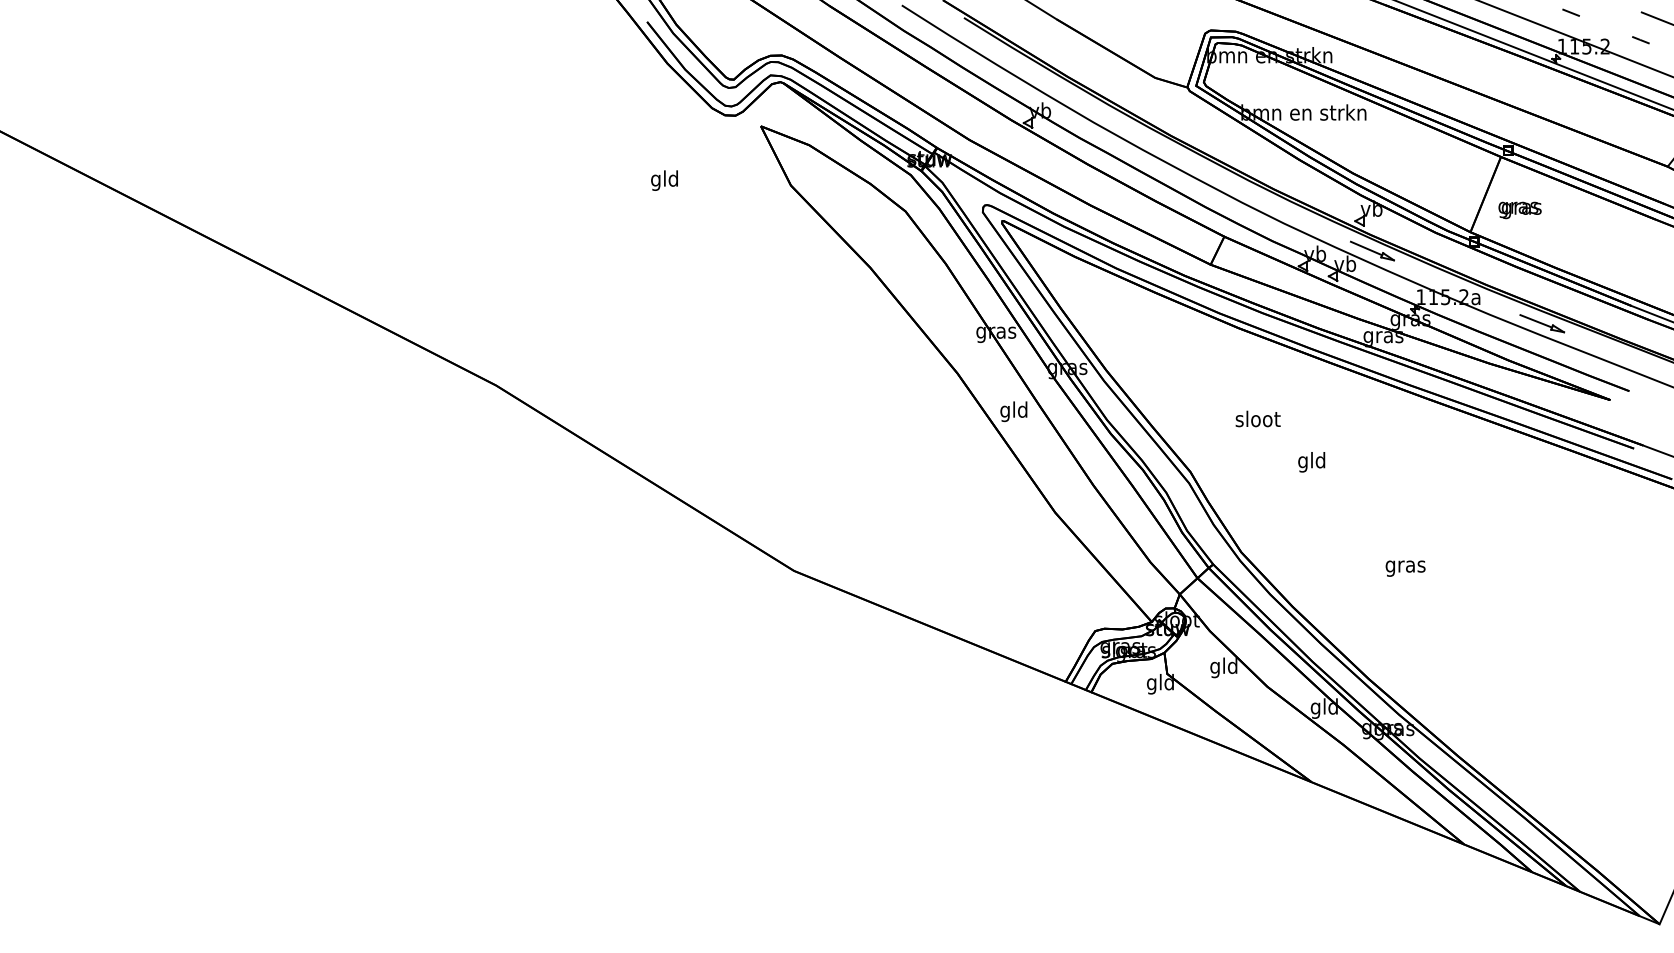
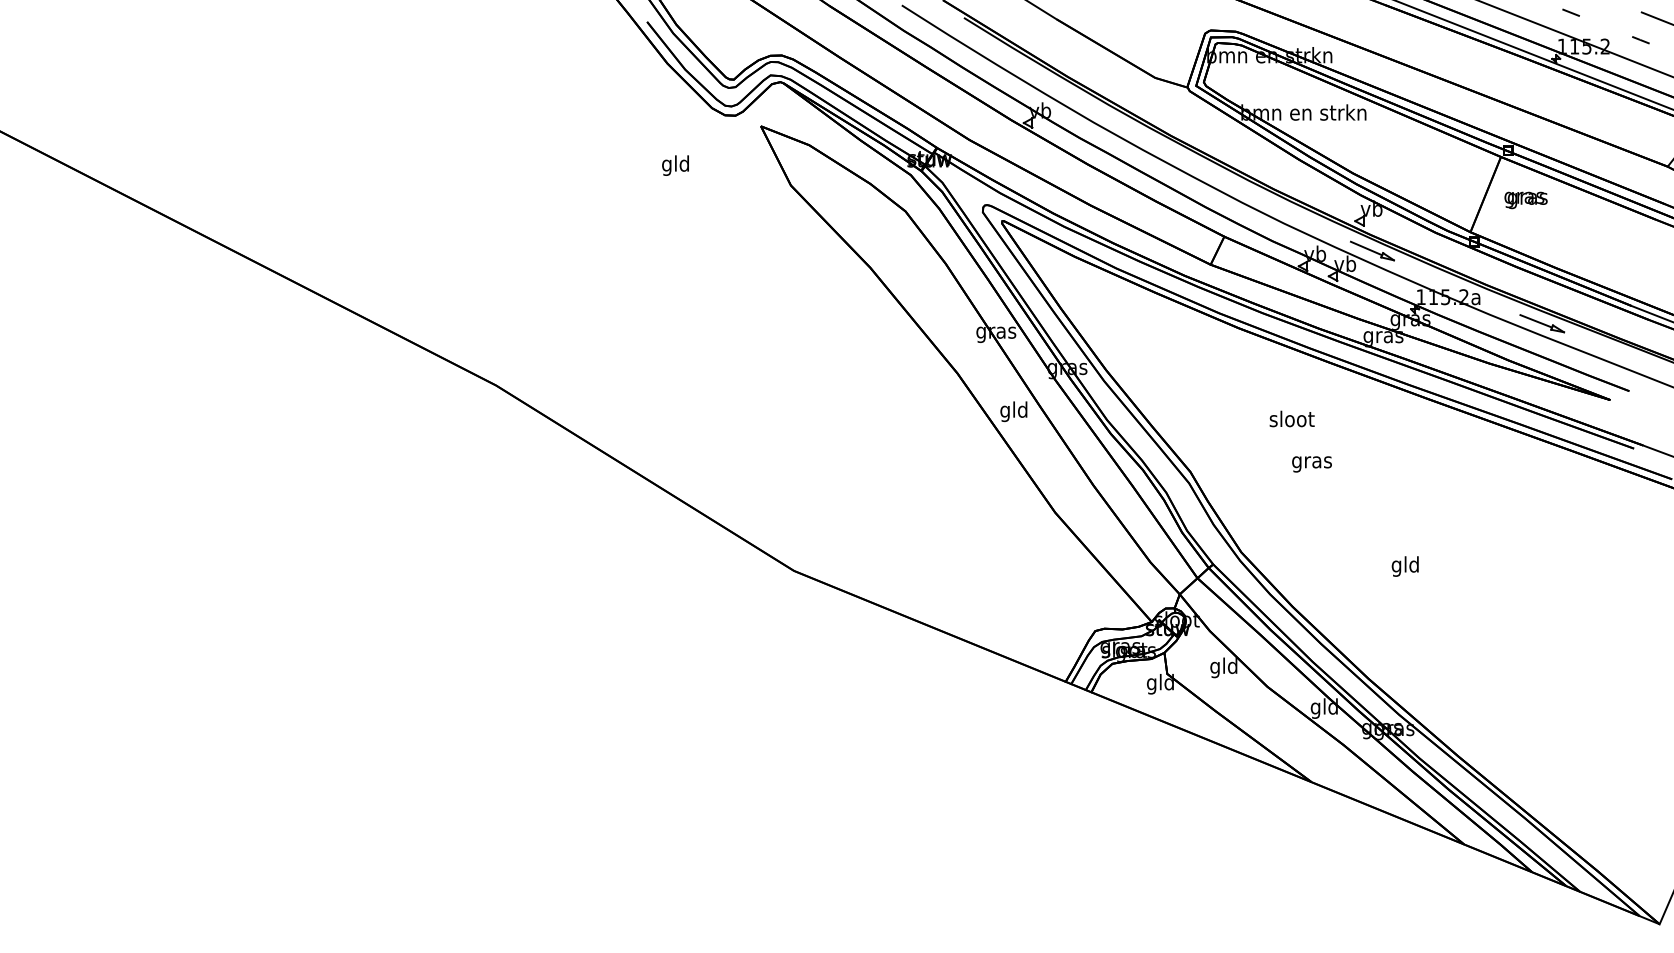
text at (664, 180) position: (664, 180) -> (675, 165)
text at (1519, 210) position: (1519, 210) -> (1525, 200)
text at (1257, 418) position: (1257, 418) -> (1291, 418)
text at (1311, 462): gld -> gras
text at (1405, 566): gras -> gld
